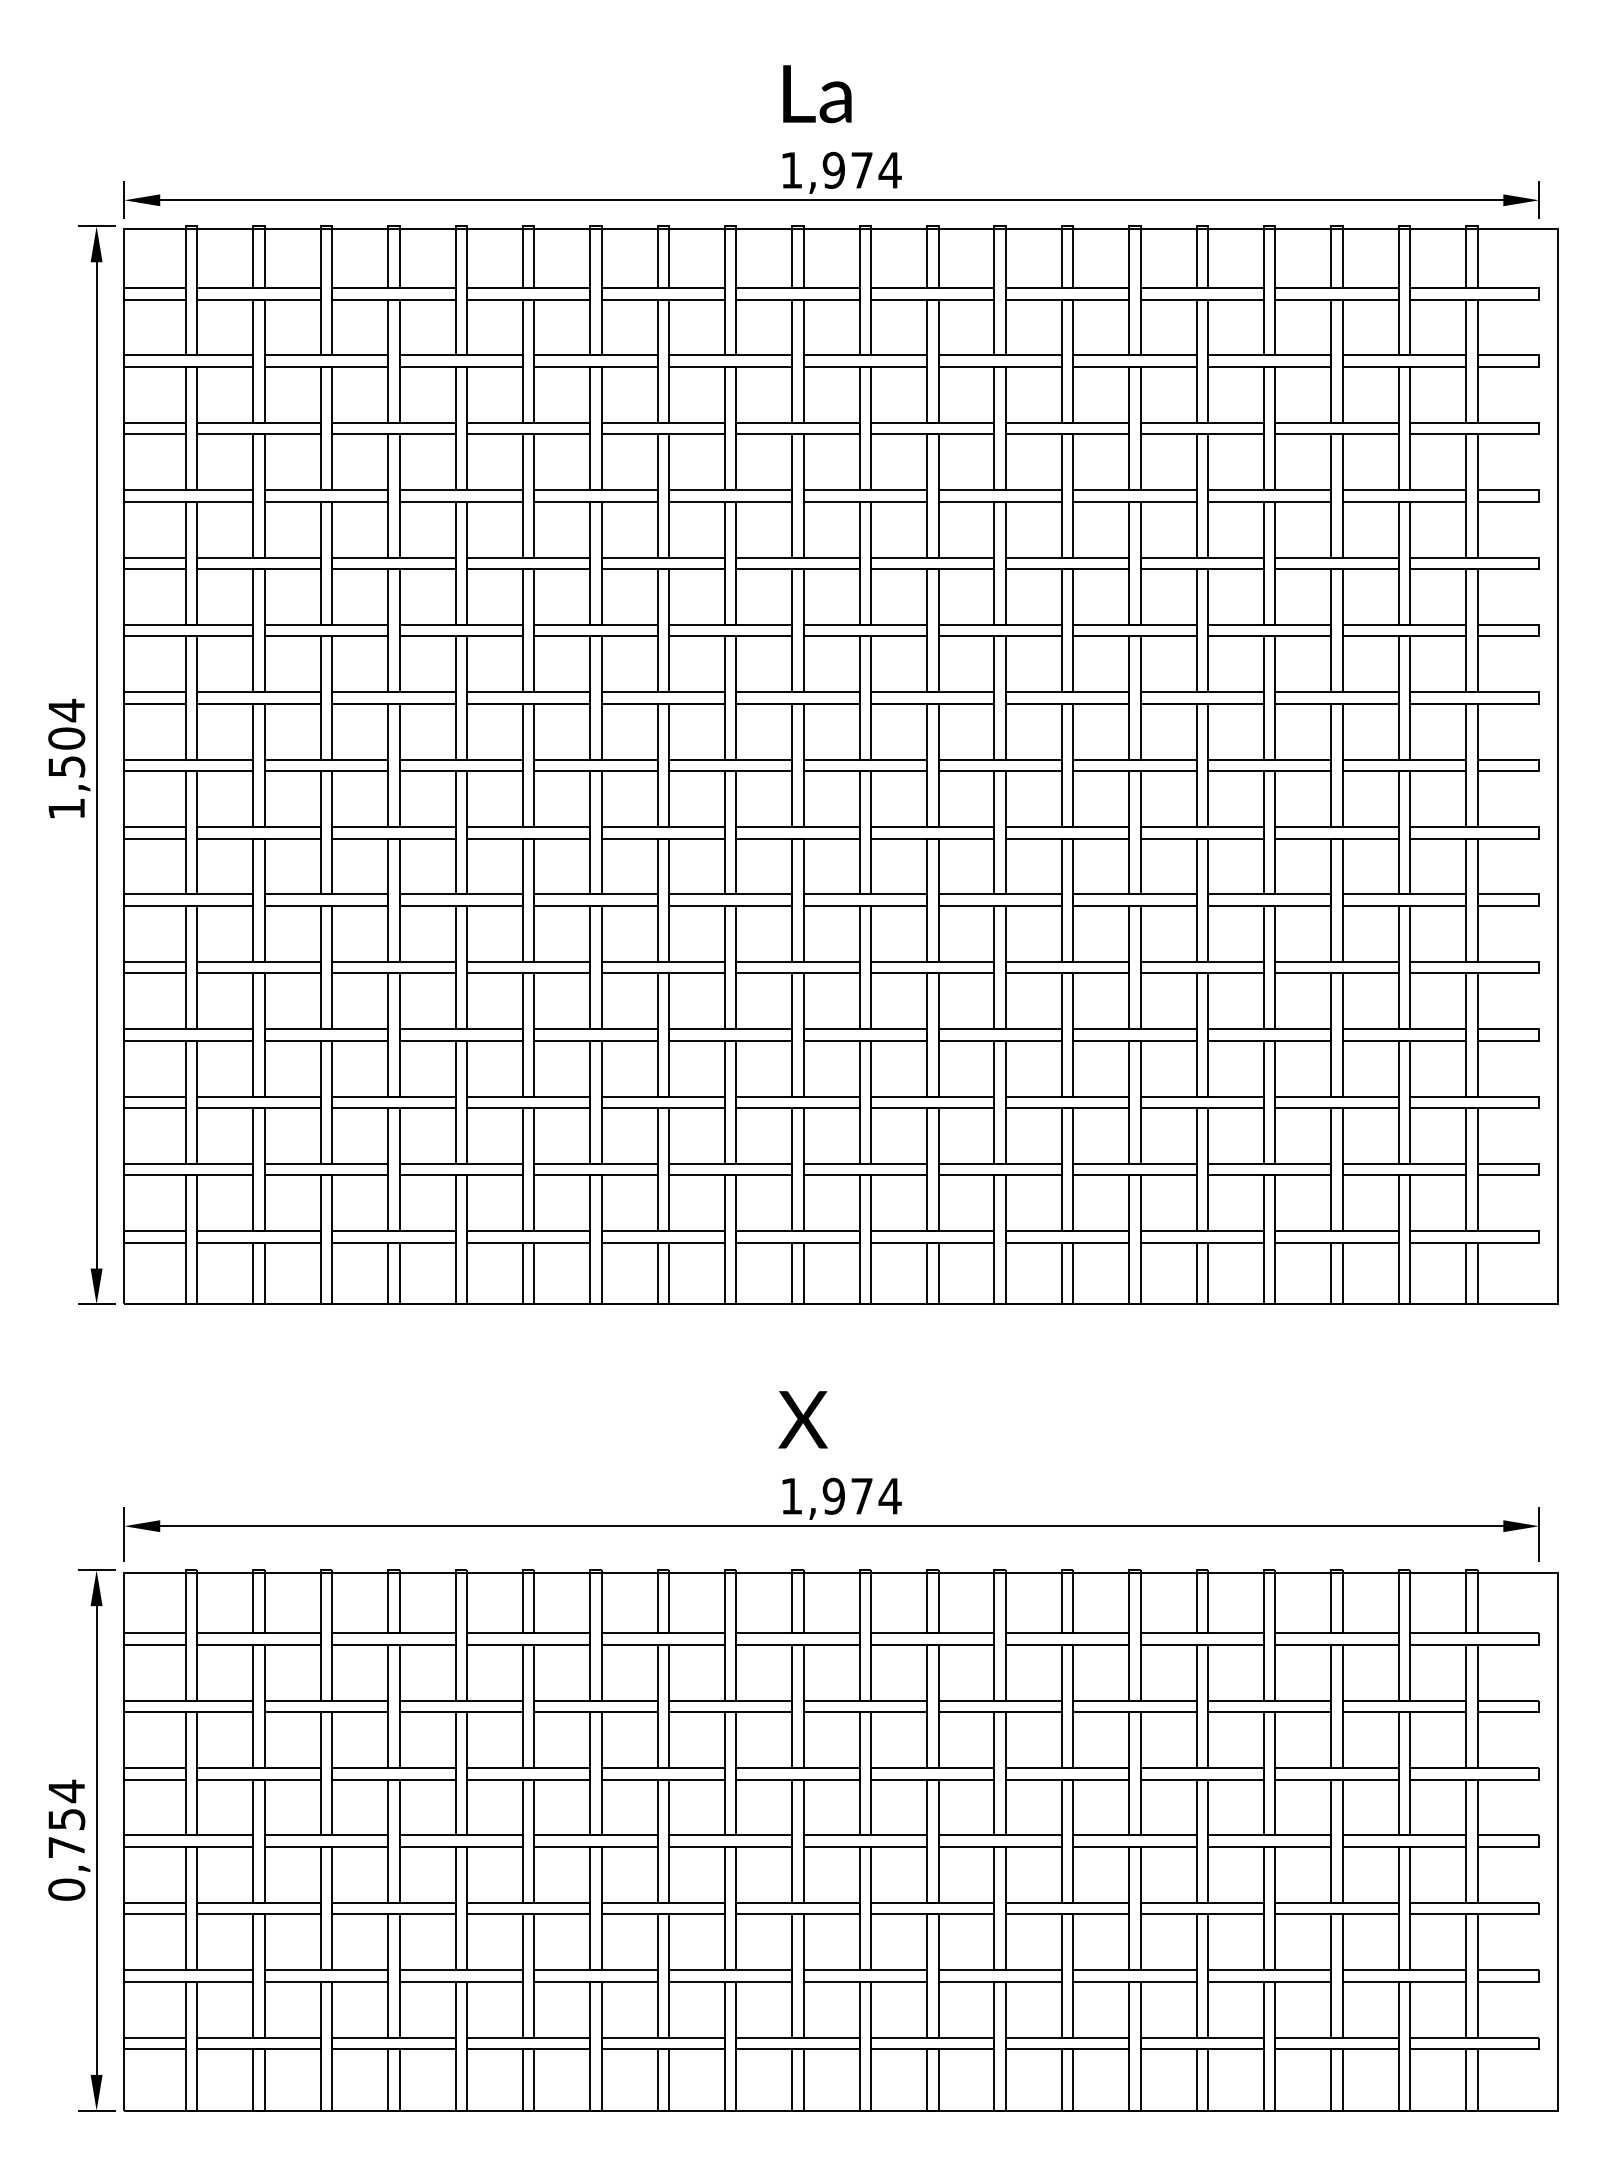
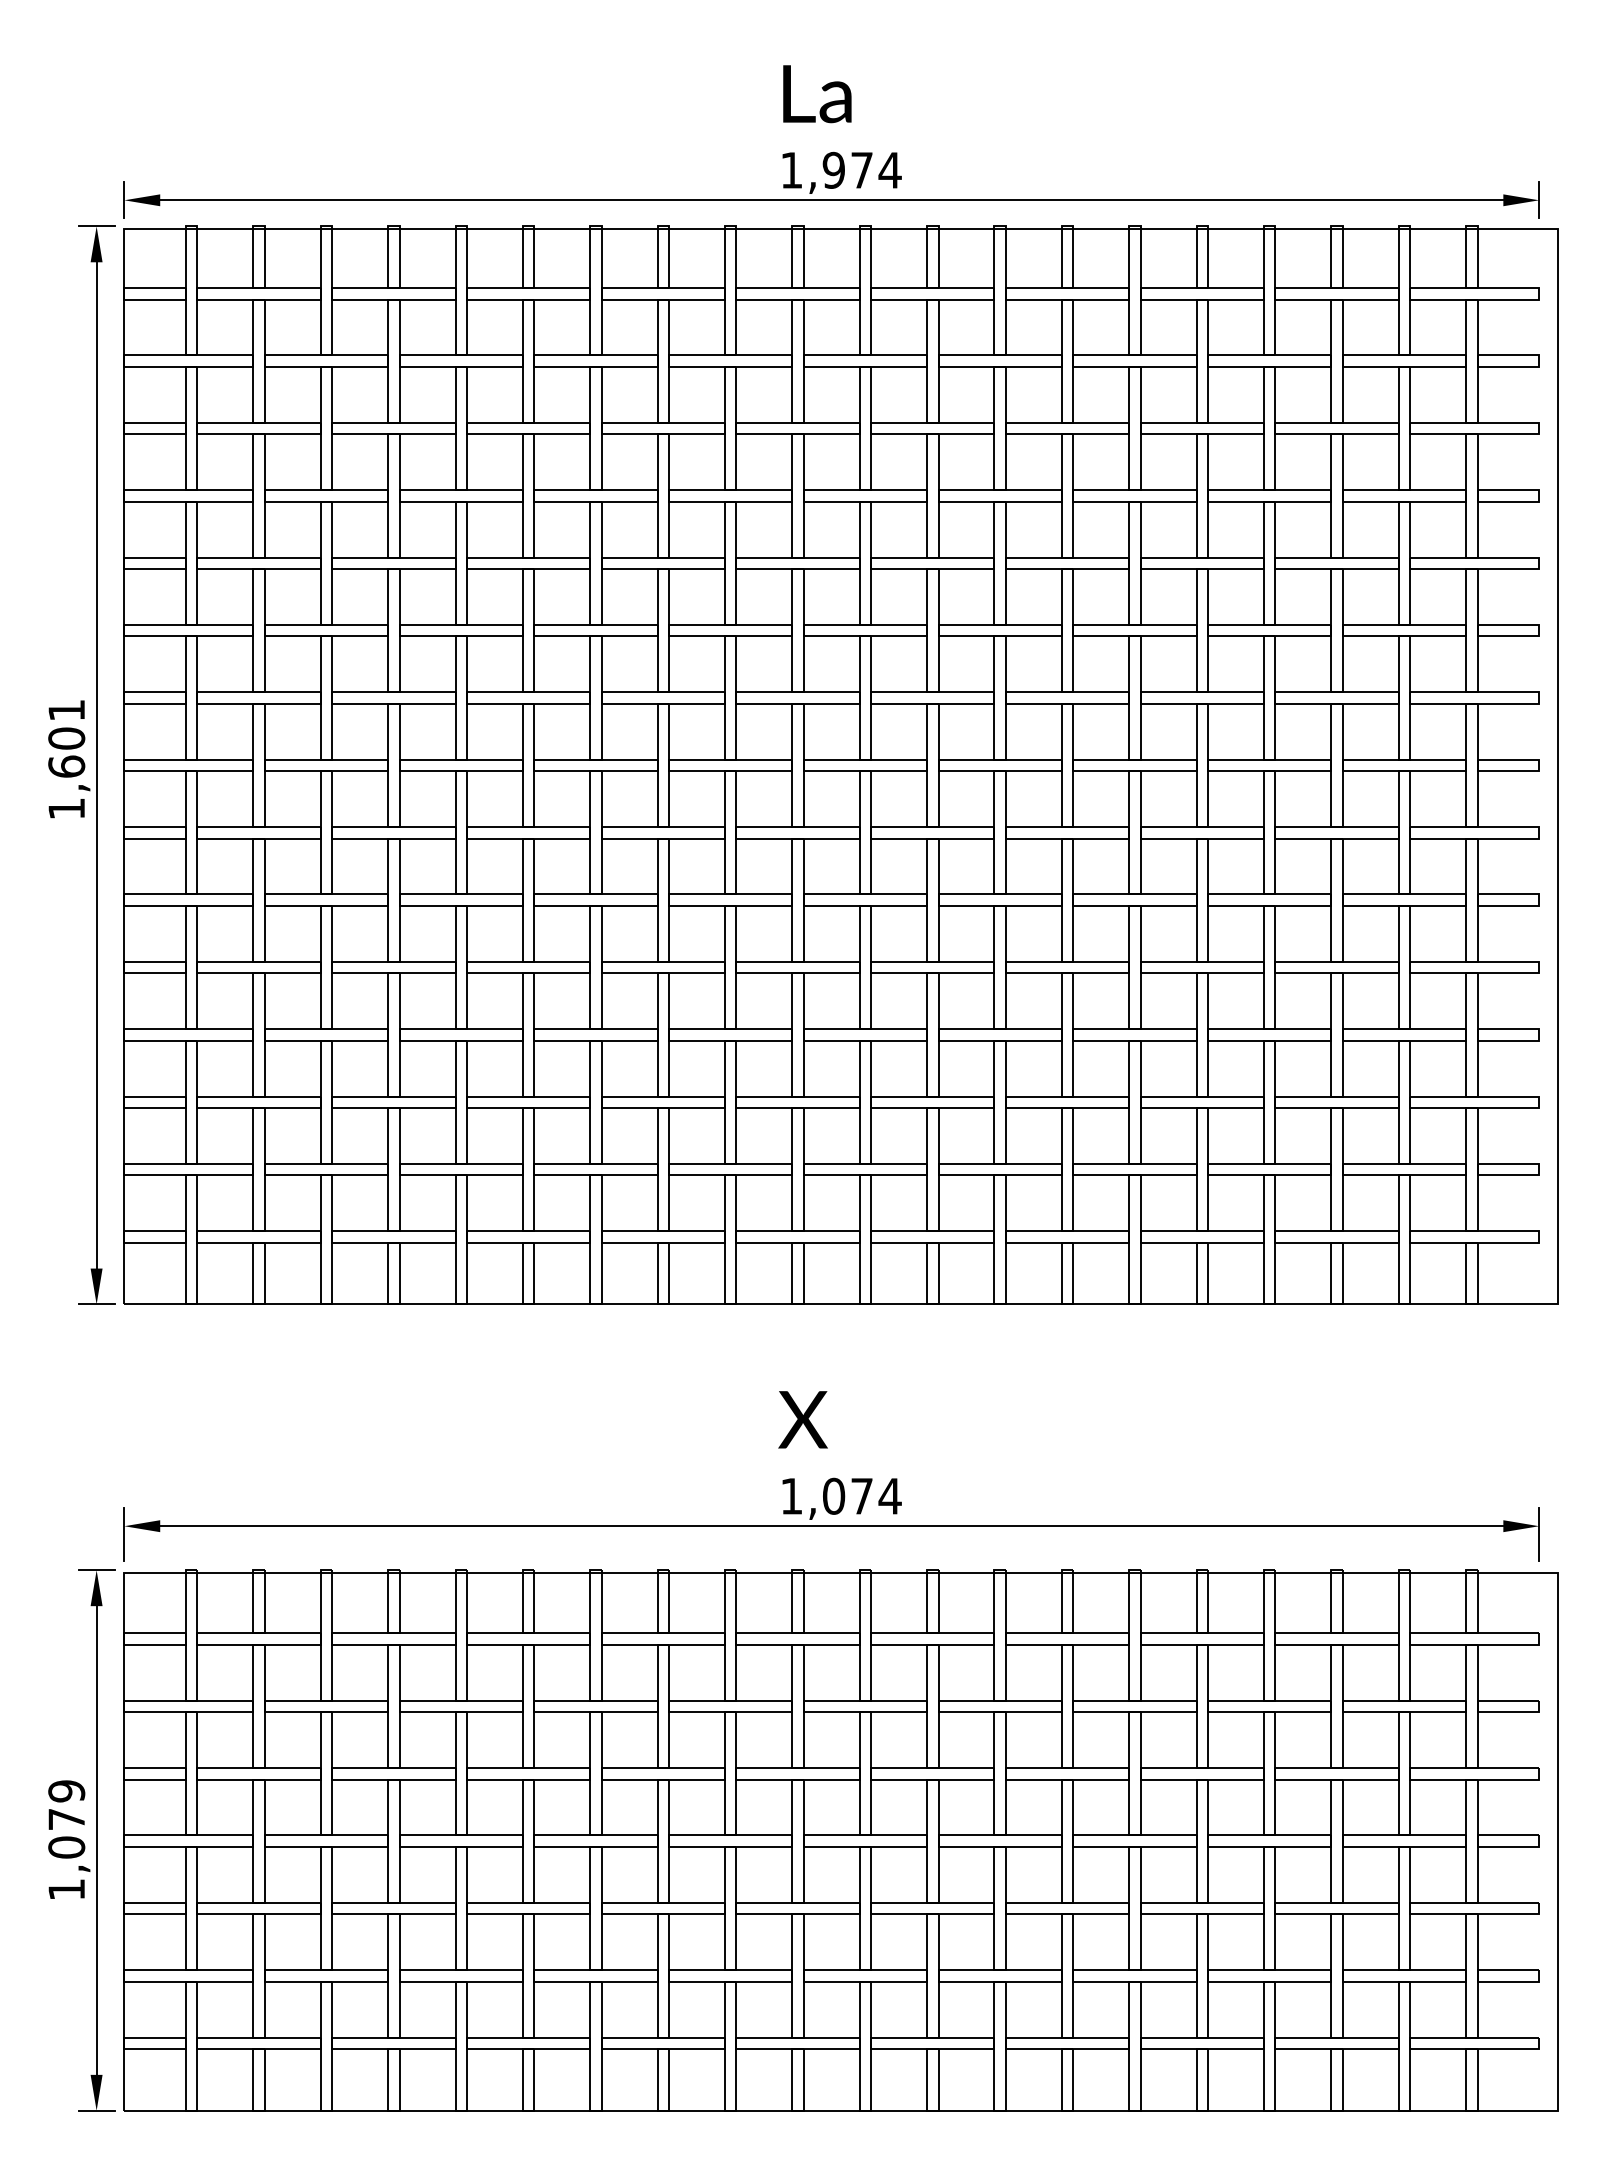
text at (66, 737): 1,504 -> 1,601
text at (833, 1496): 1,974 -> 1,074
text at (66, 1839): 0,754 -> 1,079
